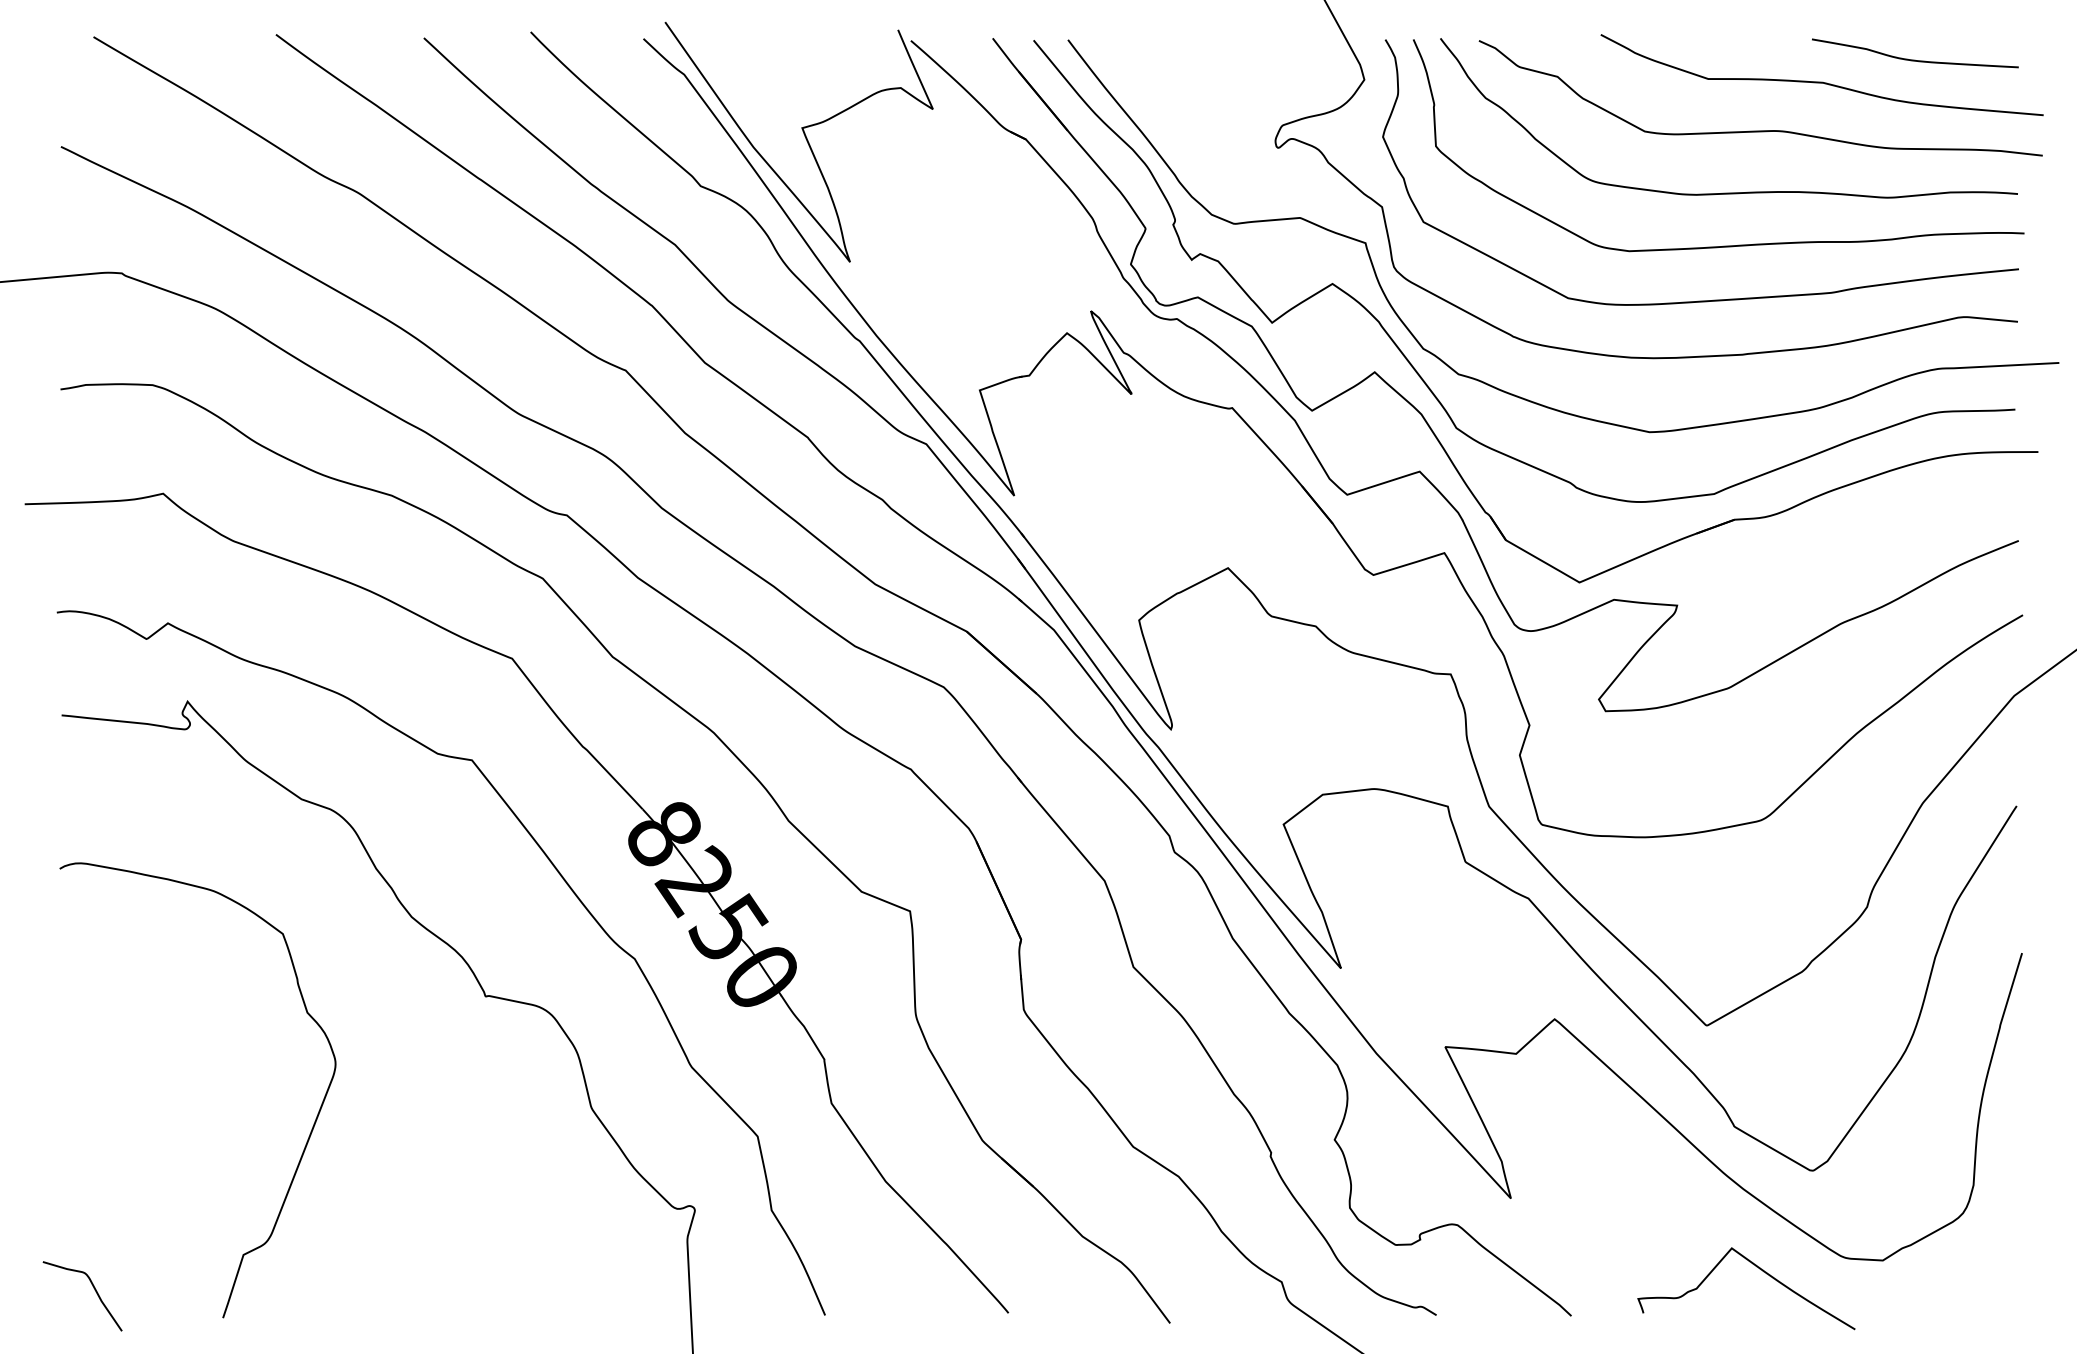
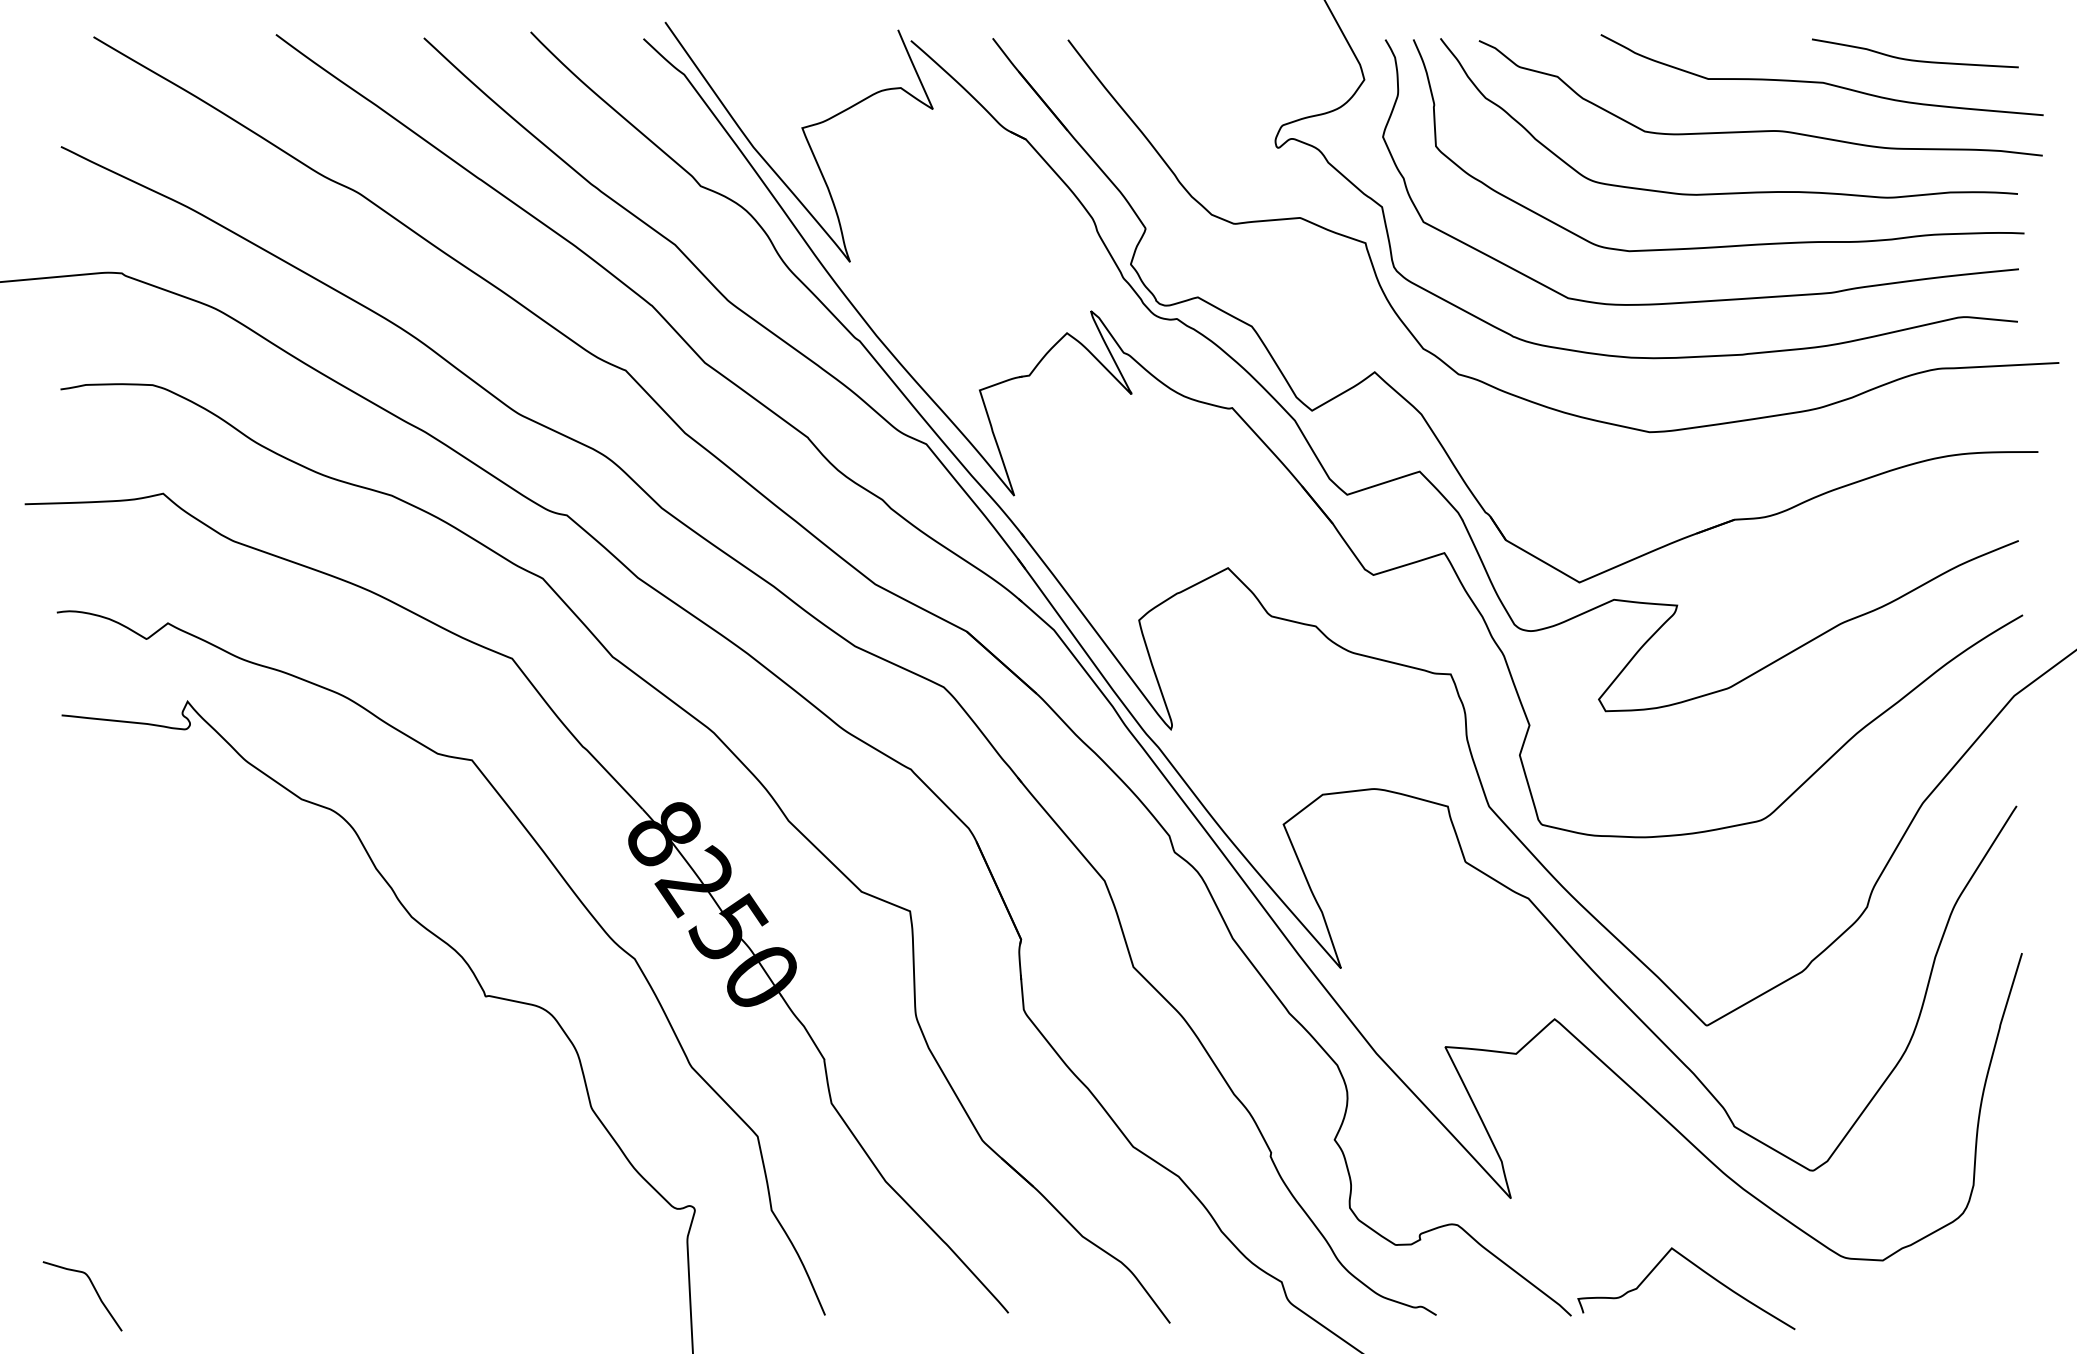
curve at (1412, 364): present -> none
curve at (308, 1136): present -> none
curve at (1759, 1269) position: (1759, 1269) -> (1699, 1269)
